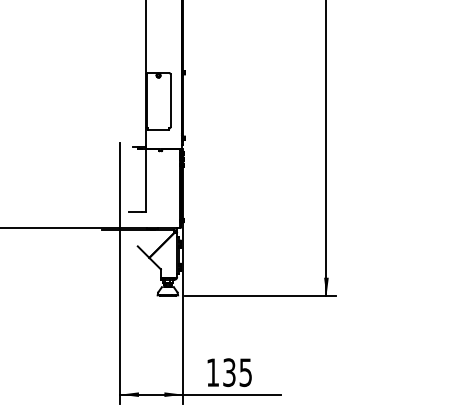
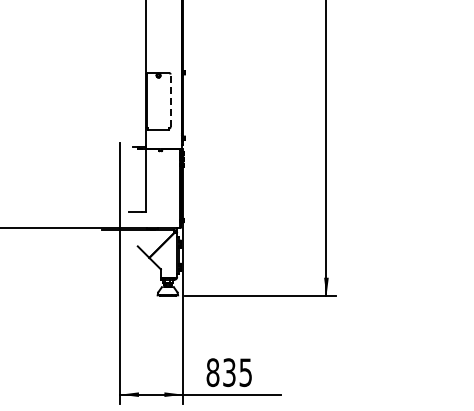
line at (170, 100): solid -> dashed
text at (212, 372): 135 -> 835
